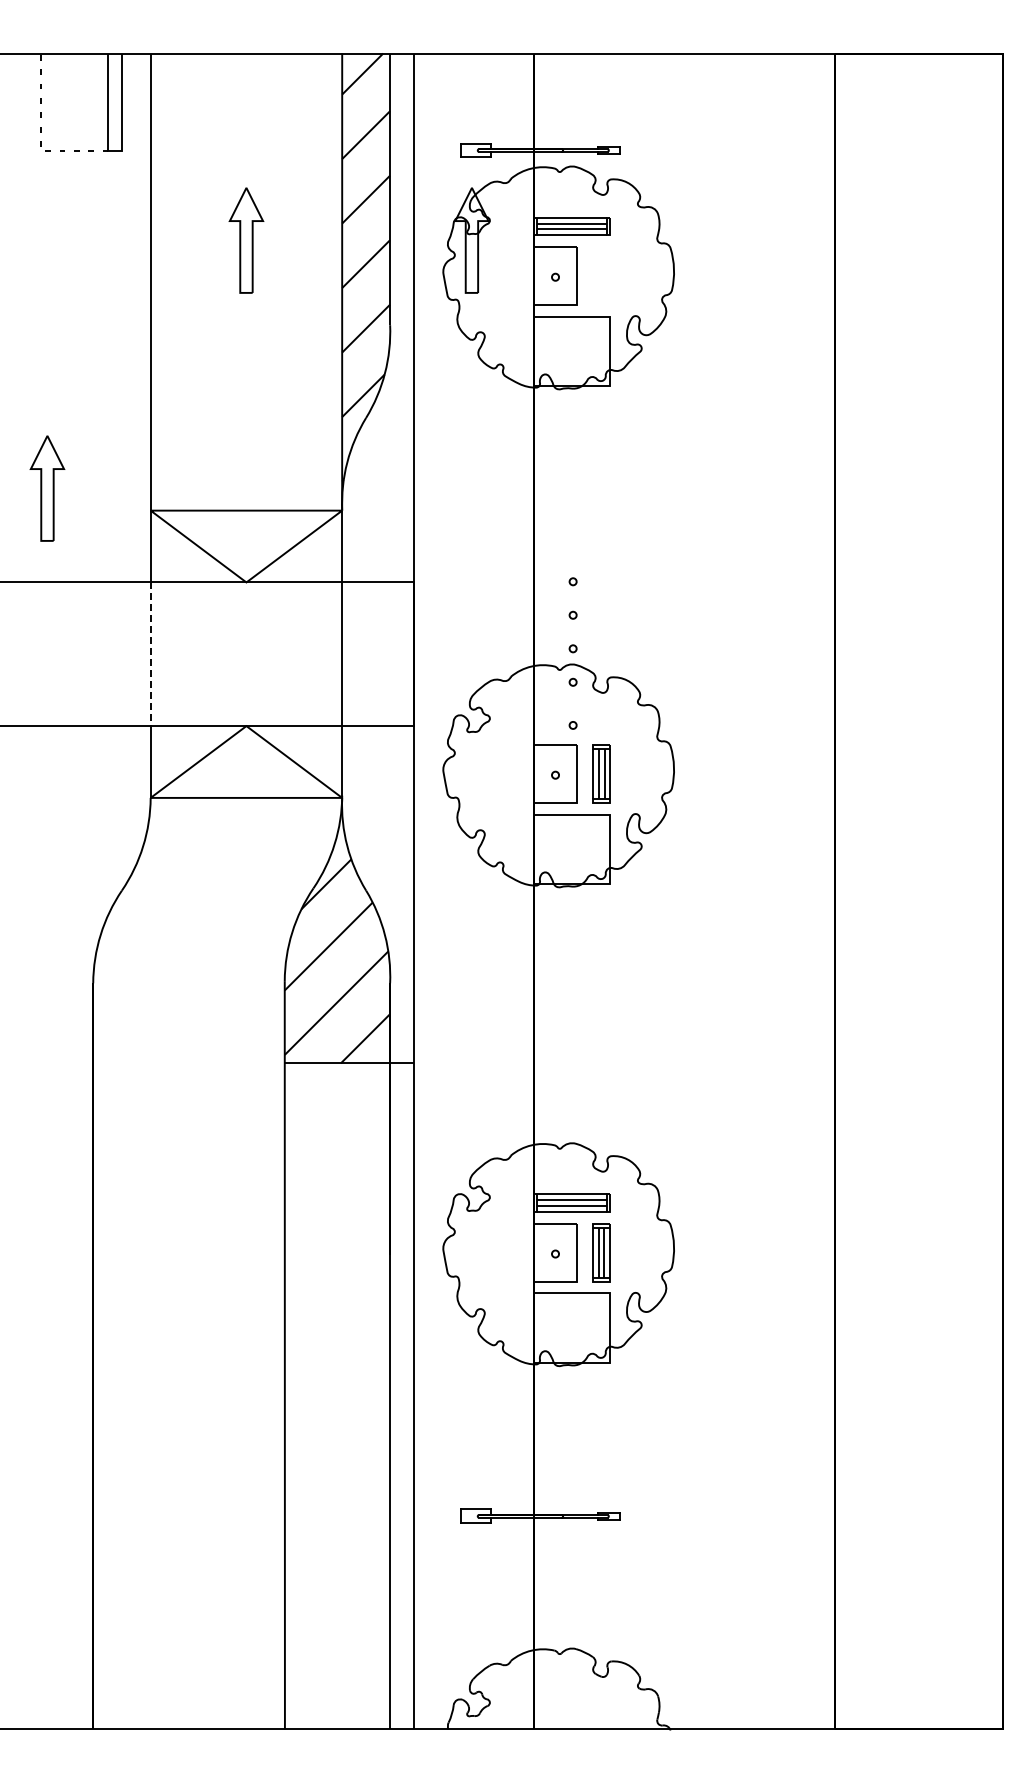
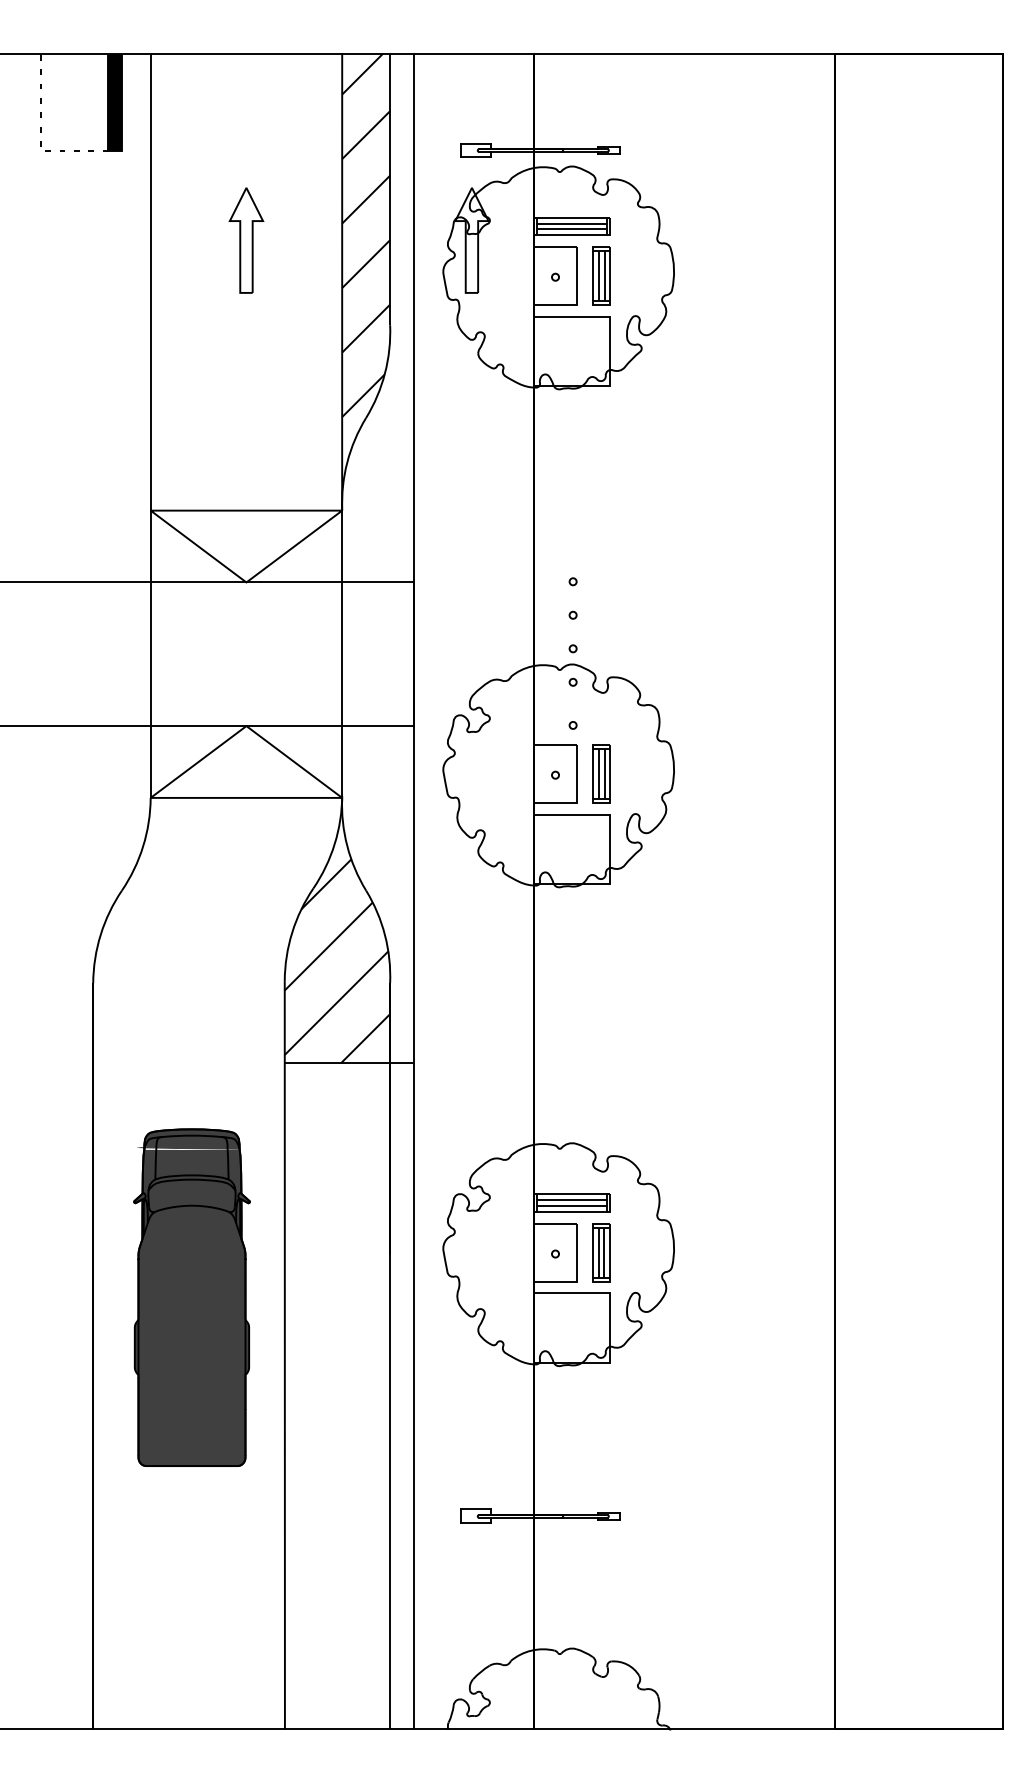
fill at (114, 101): none -> present
part at (601, 275): none -> present
part at (47, 488): present -> none
line at (150, 654): dashed -> solid
part at (191, 1297): none -> present
